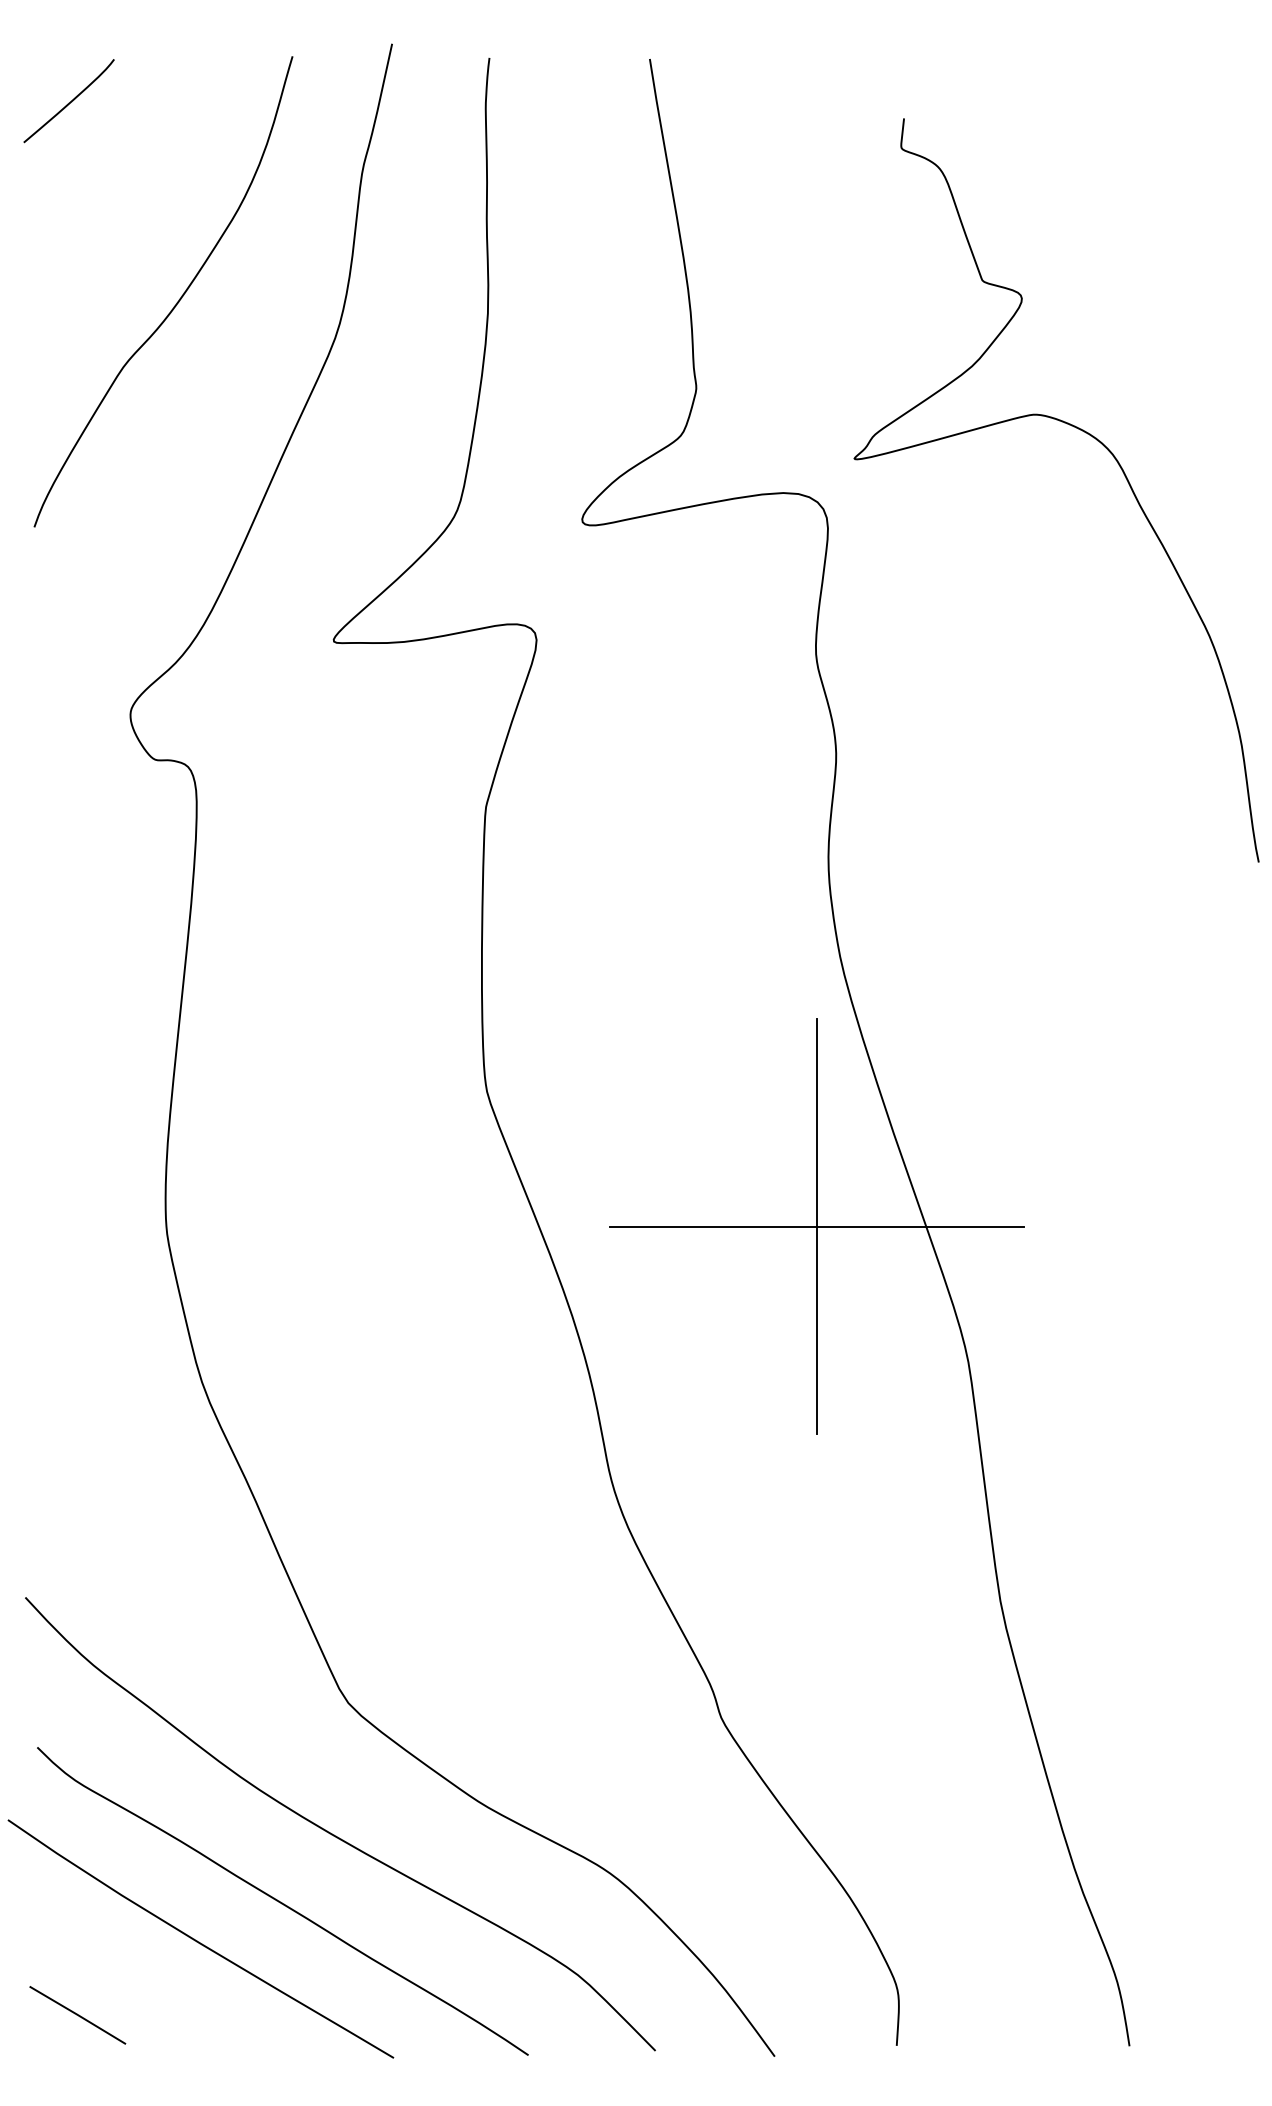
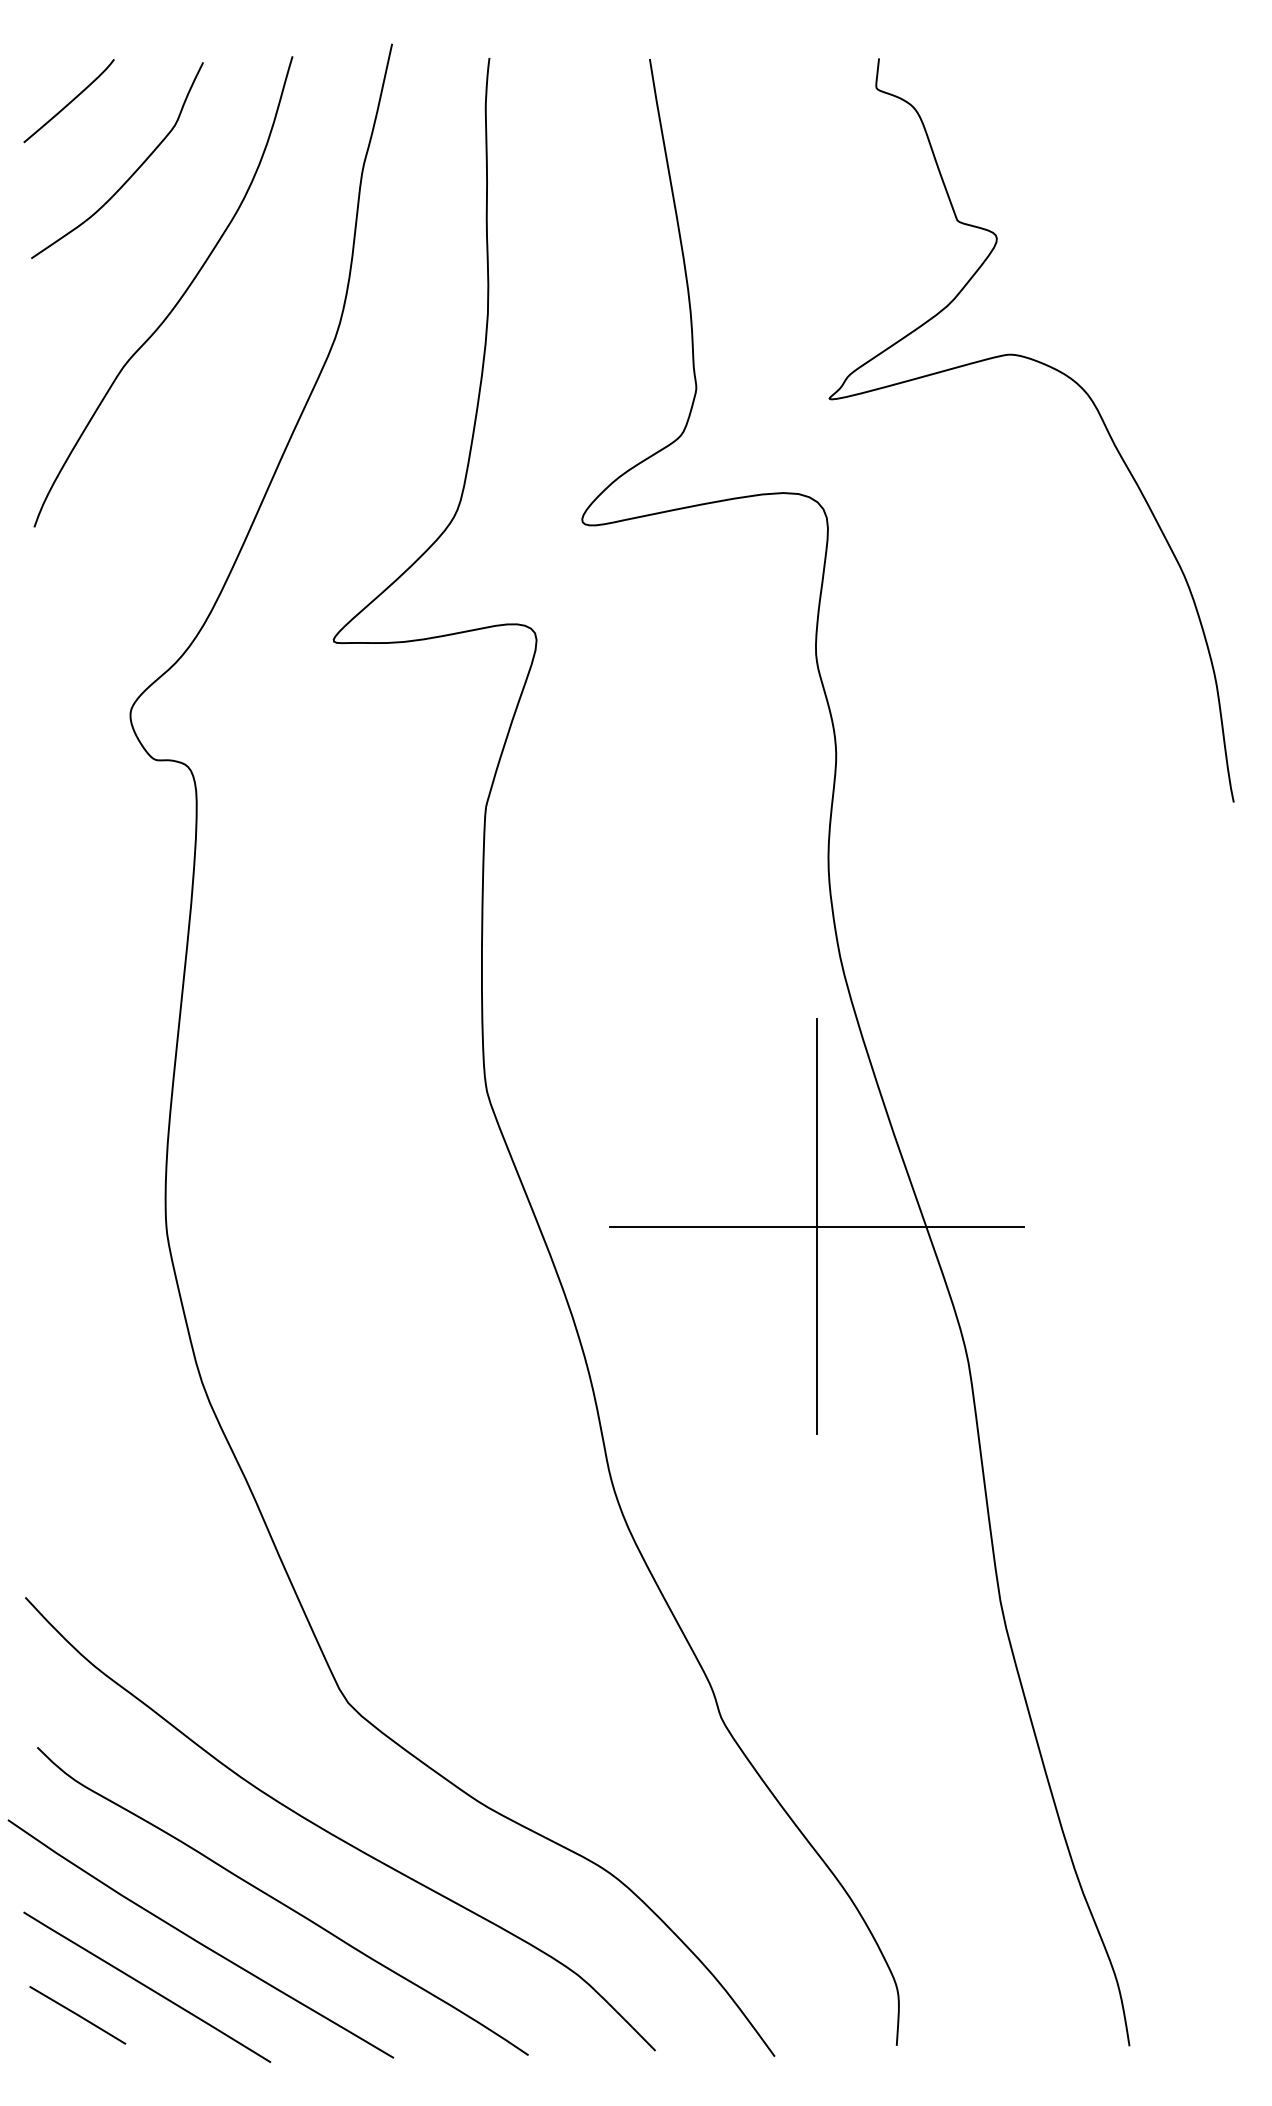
curve at (131, 174): none -> present
curve at (1090, 436) position: (1090, 436) -> (1065, 376)
line at (147, 1986): none -> present
